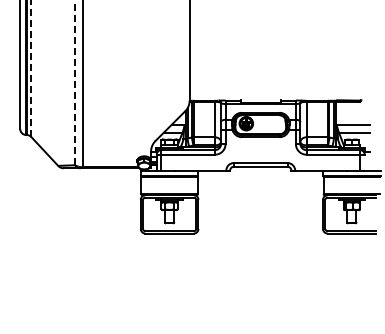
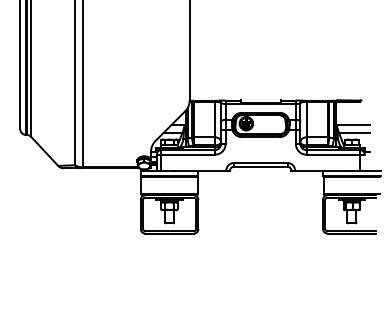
line at (31, 68): dashed -> solid
line at (75, 82): dashed -> solid
